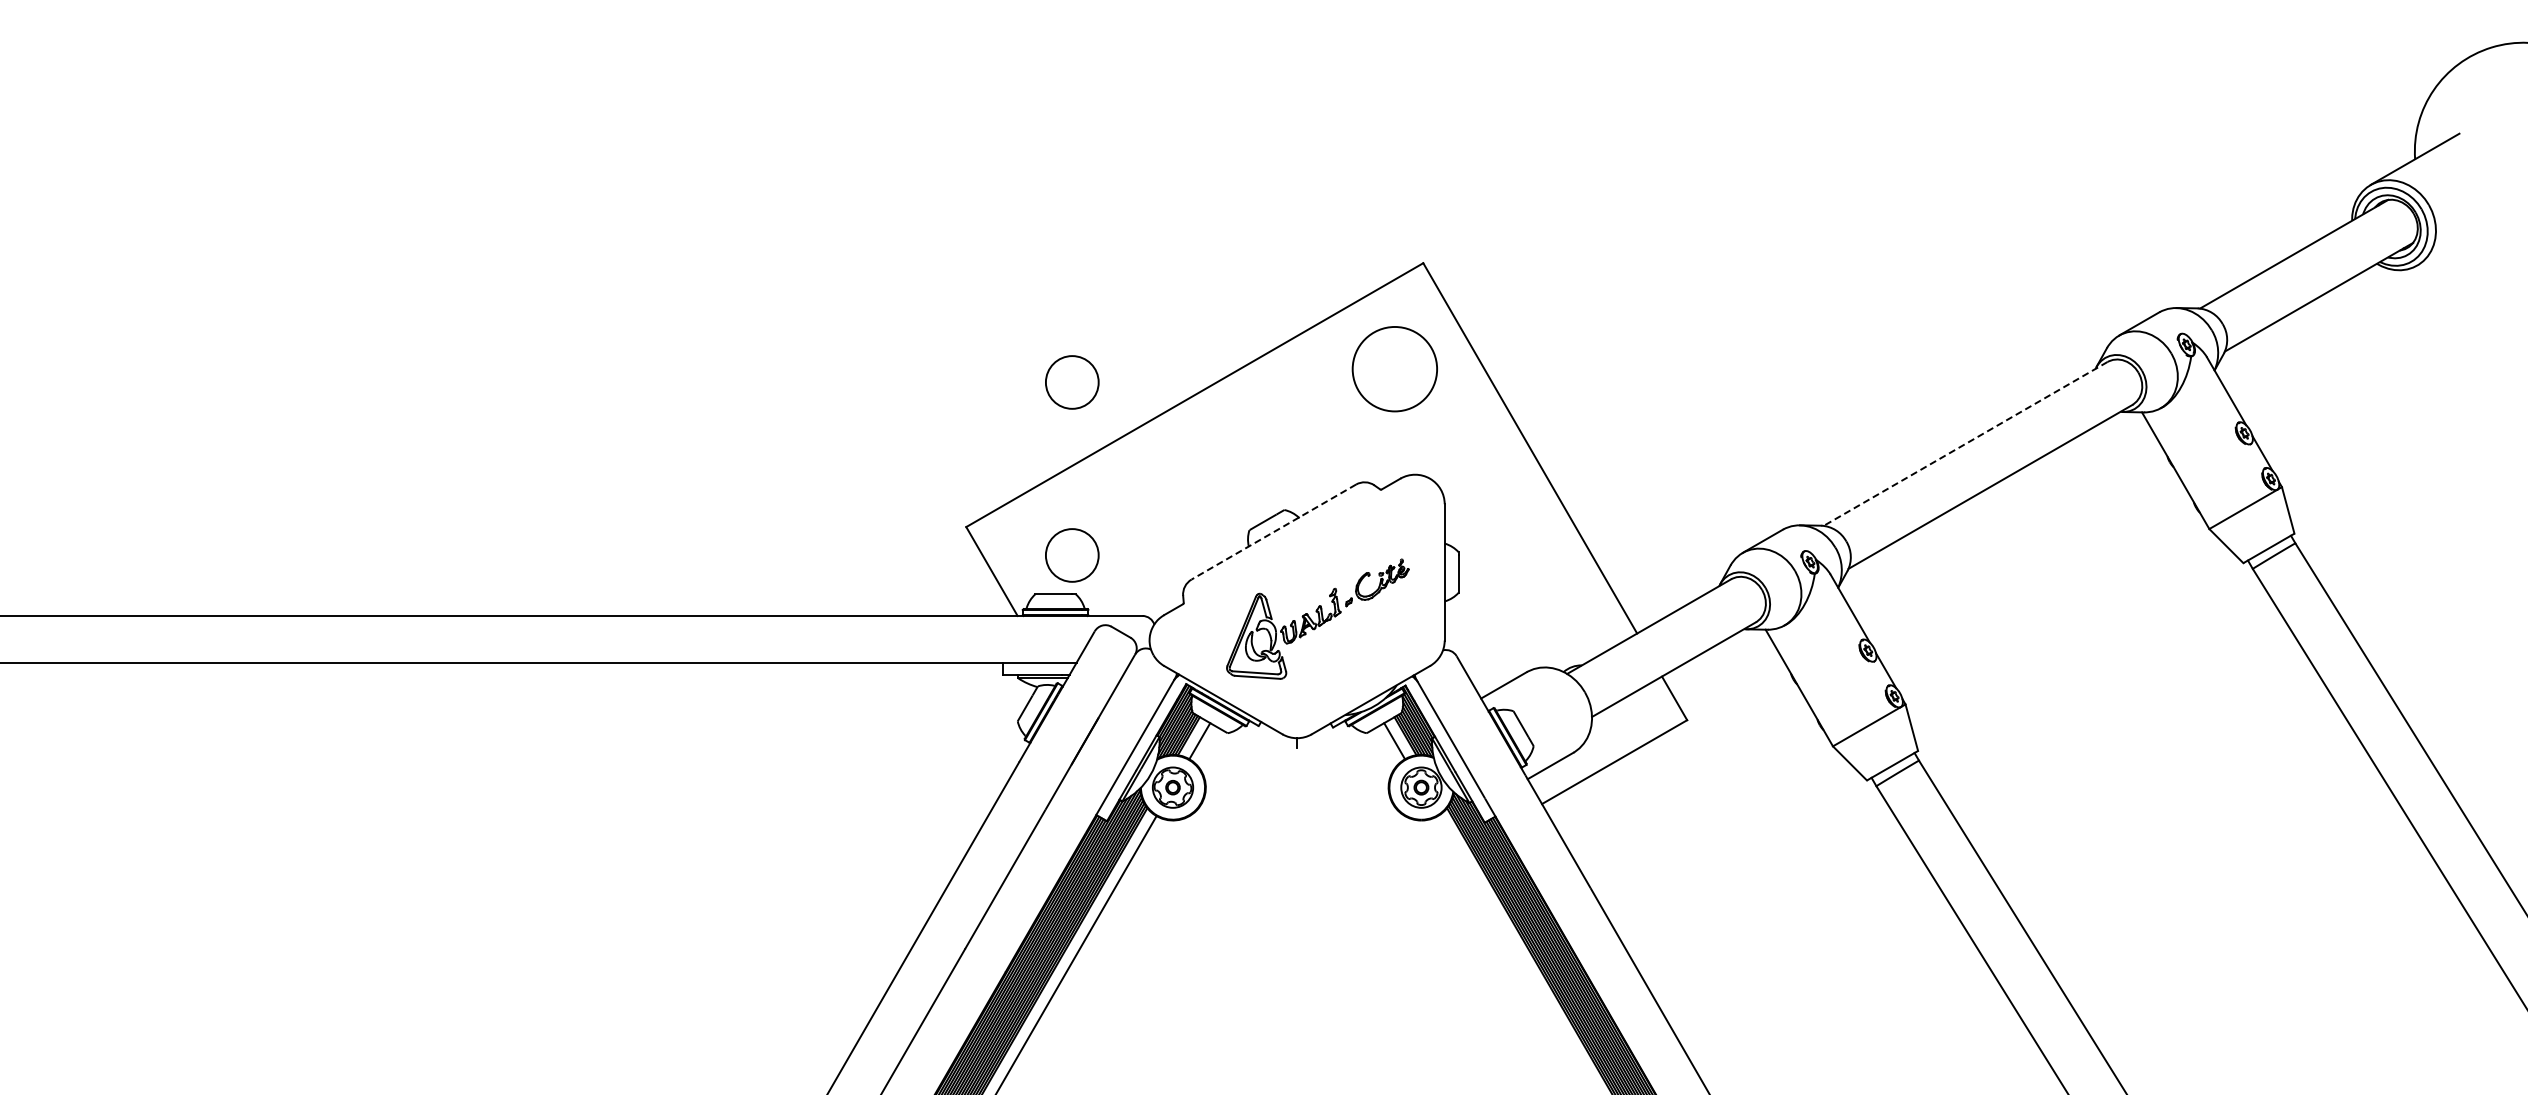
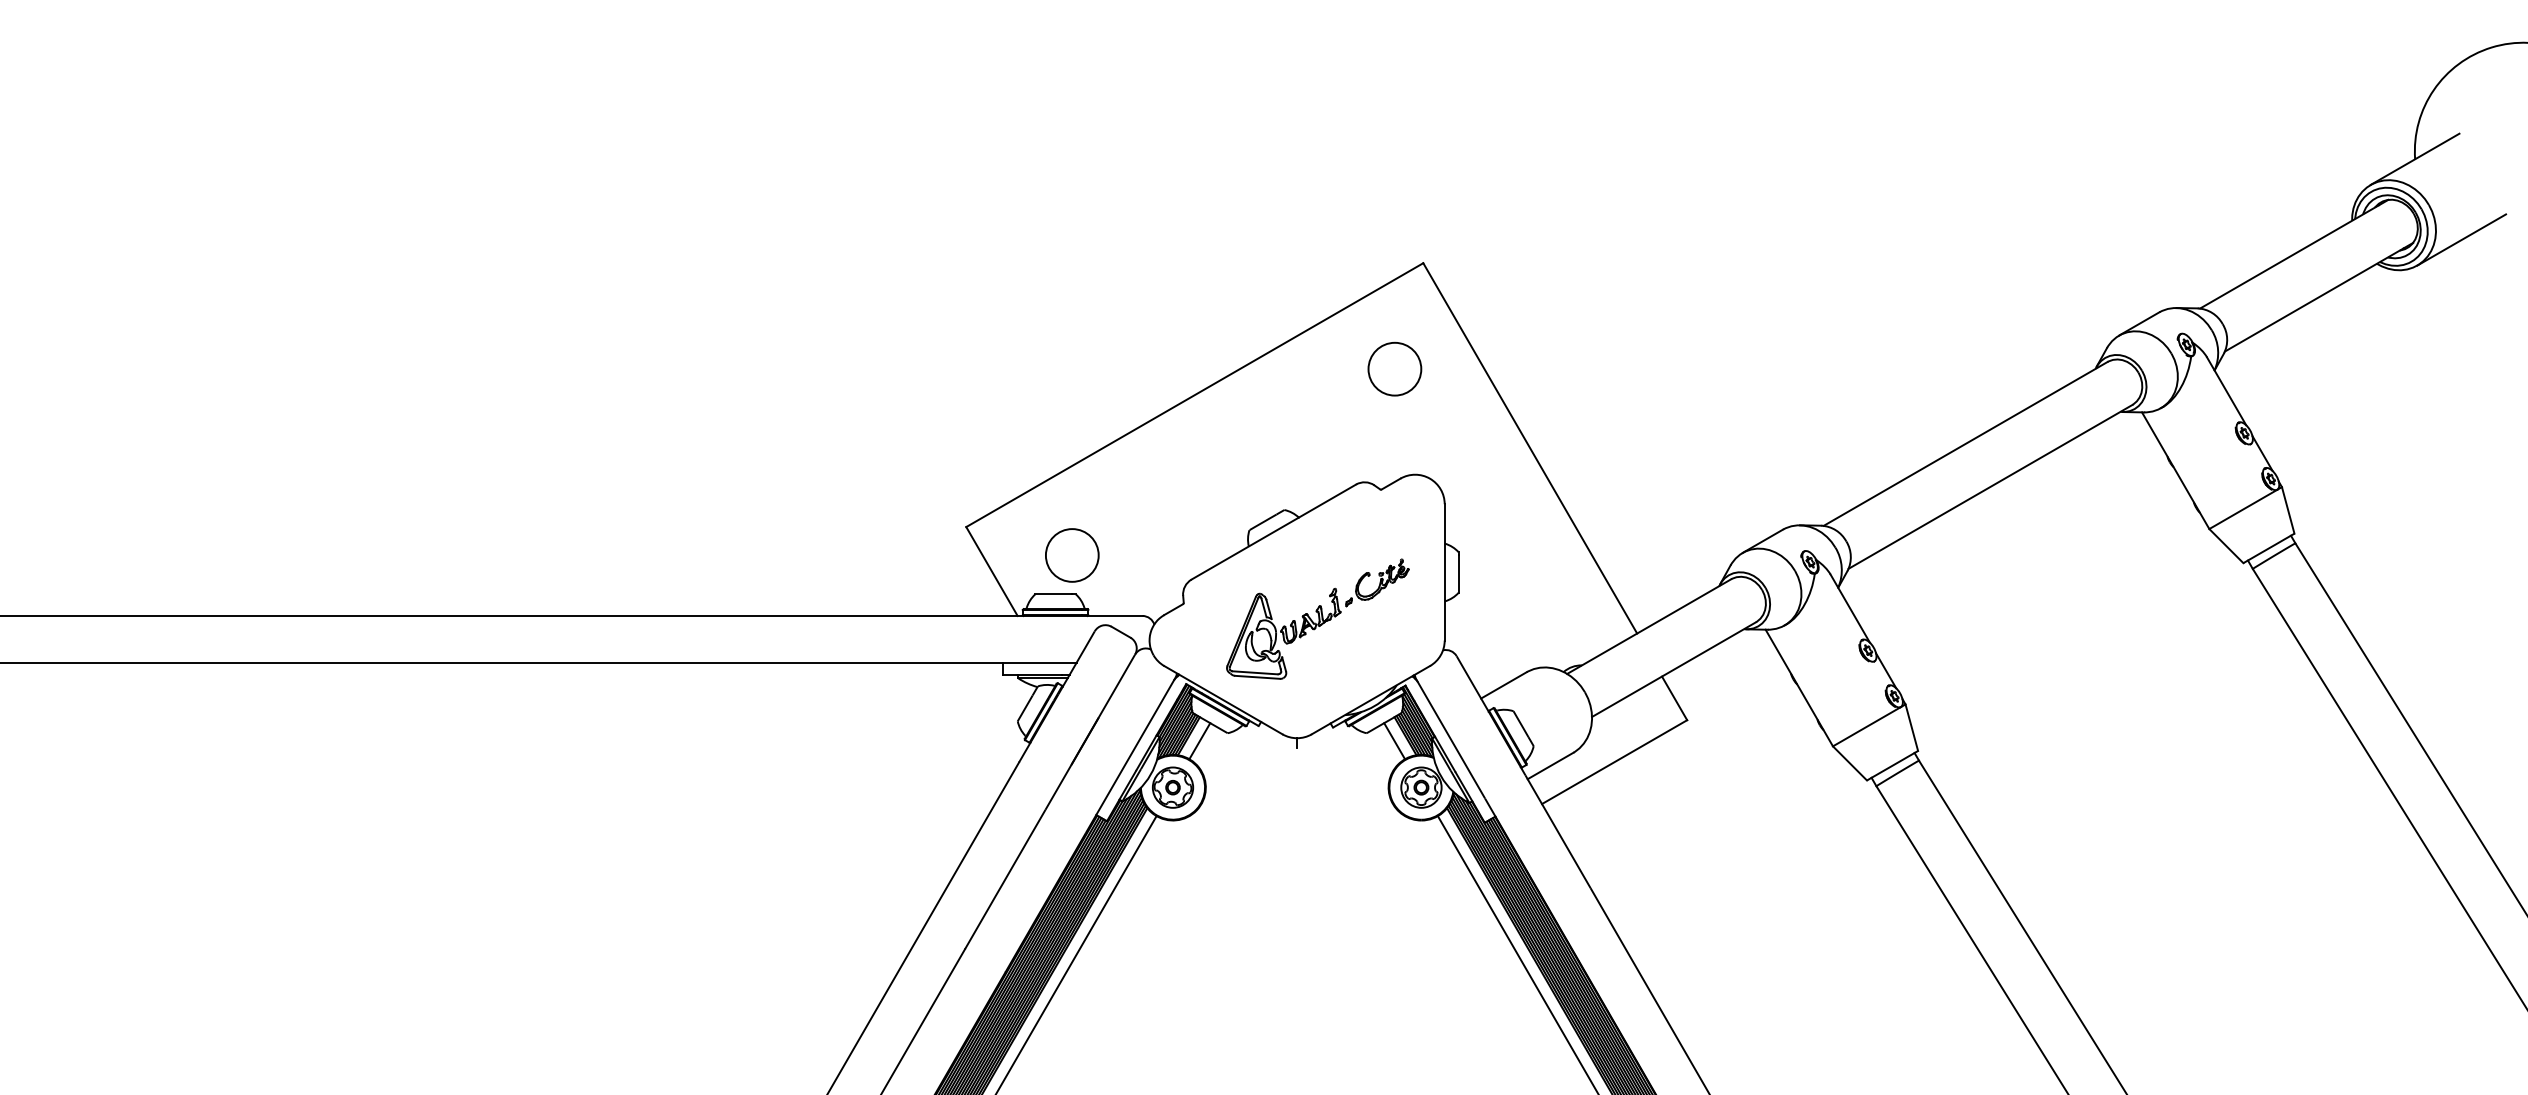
line at (2461, 239): none -> present
circle at (1394, 368) diameter: 84 px -> 53 px
circle at (1072, 382): present -> none
line at (1965, 443): dashed -> solid
line at (1273, 532): dashed -> solid
line at (1516, 953): none -> present
